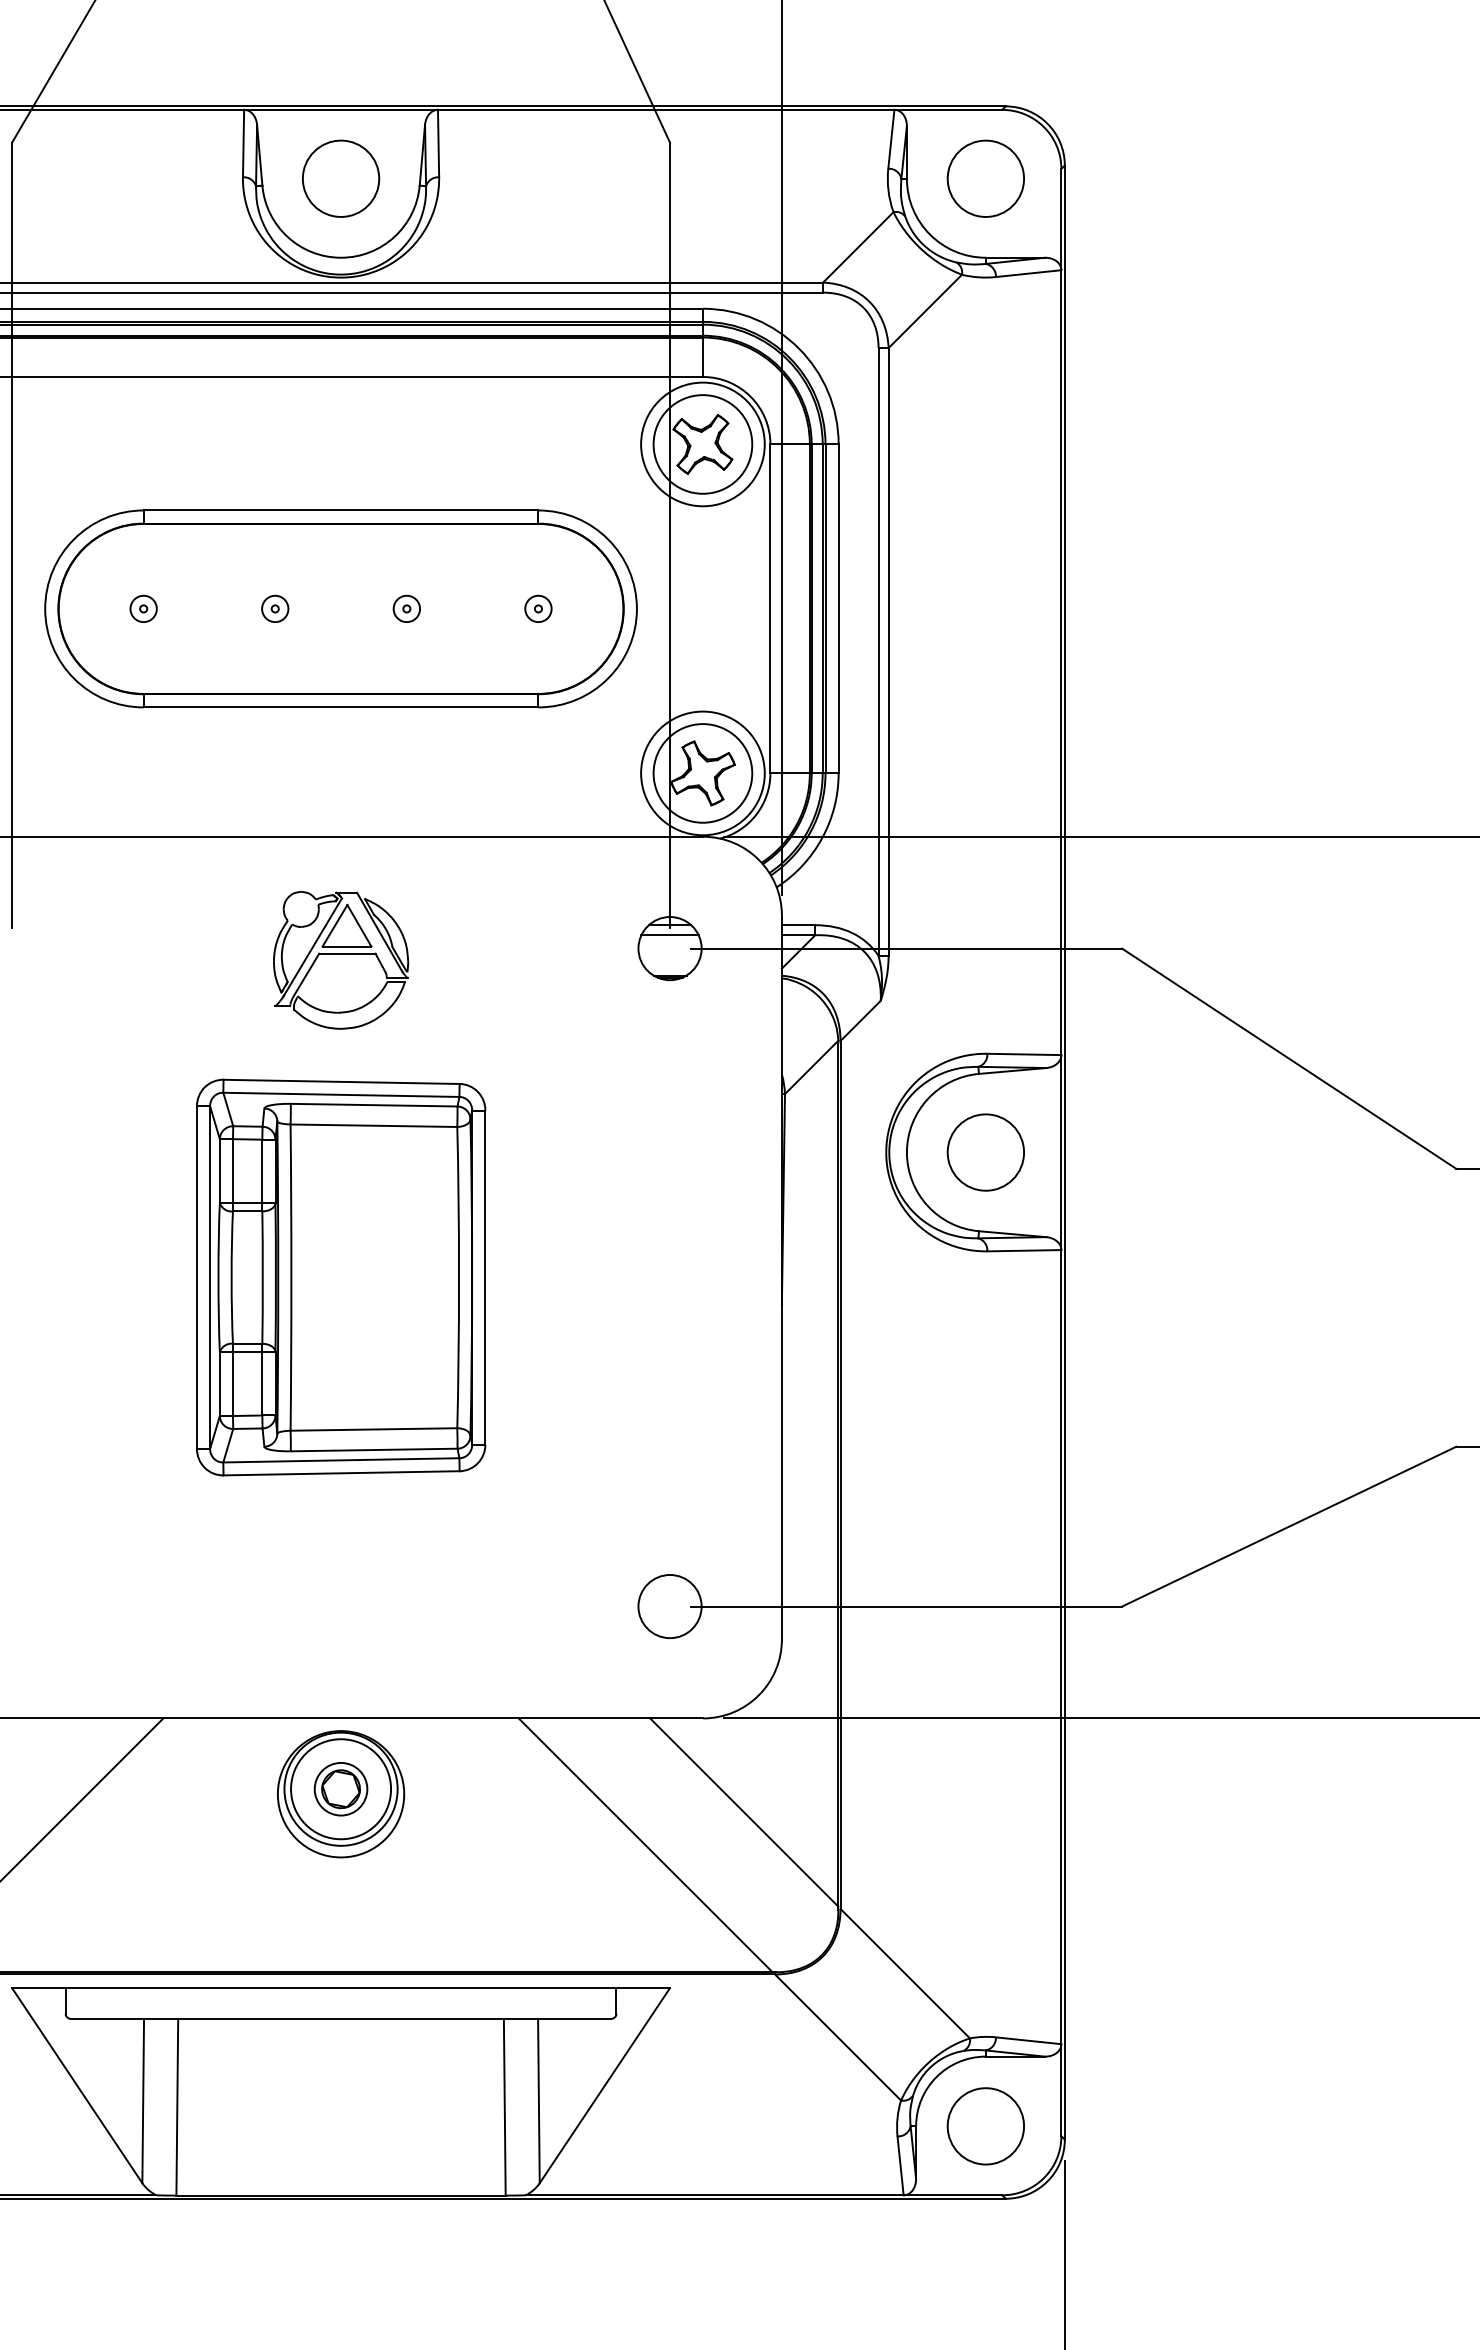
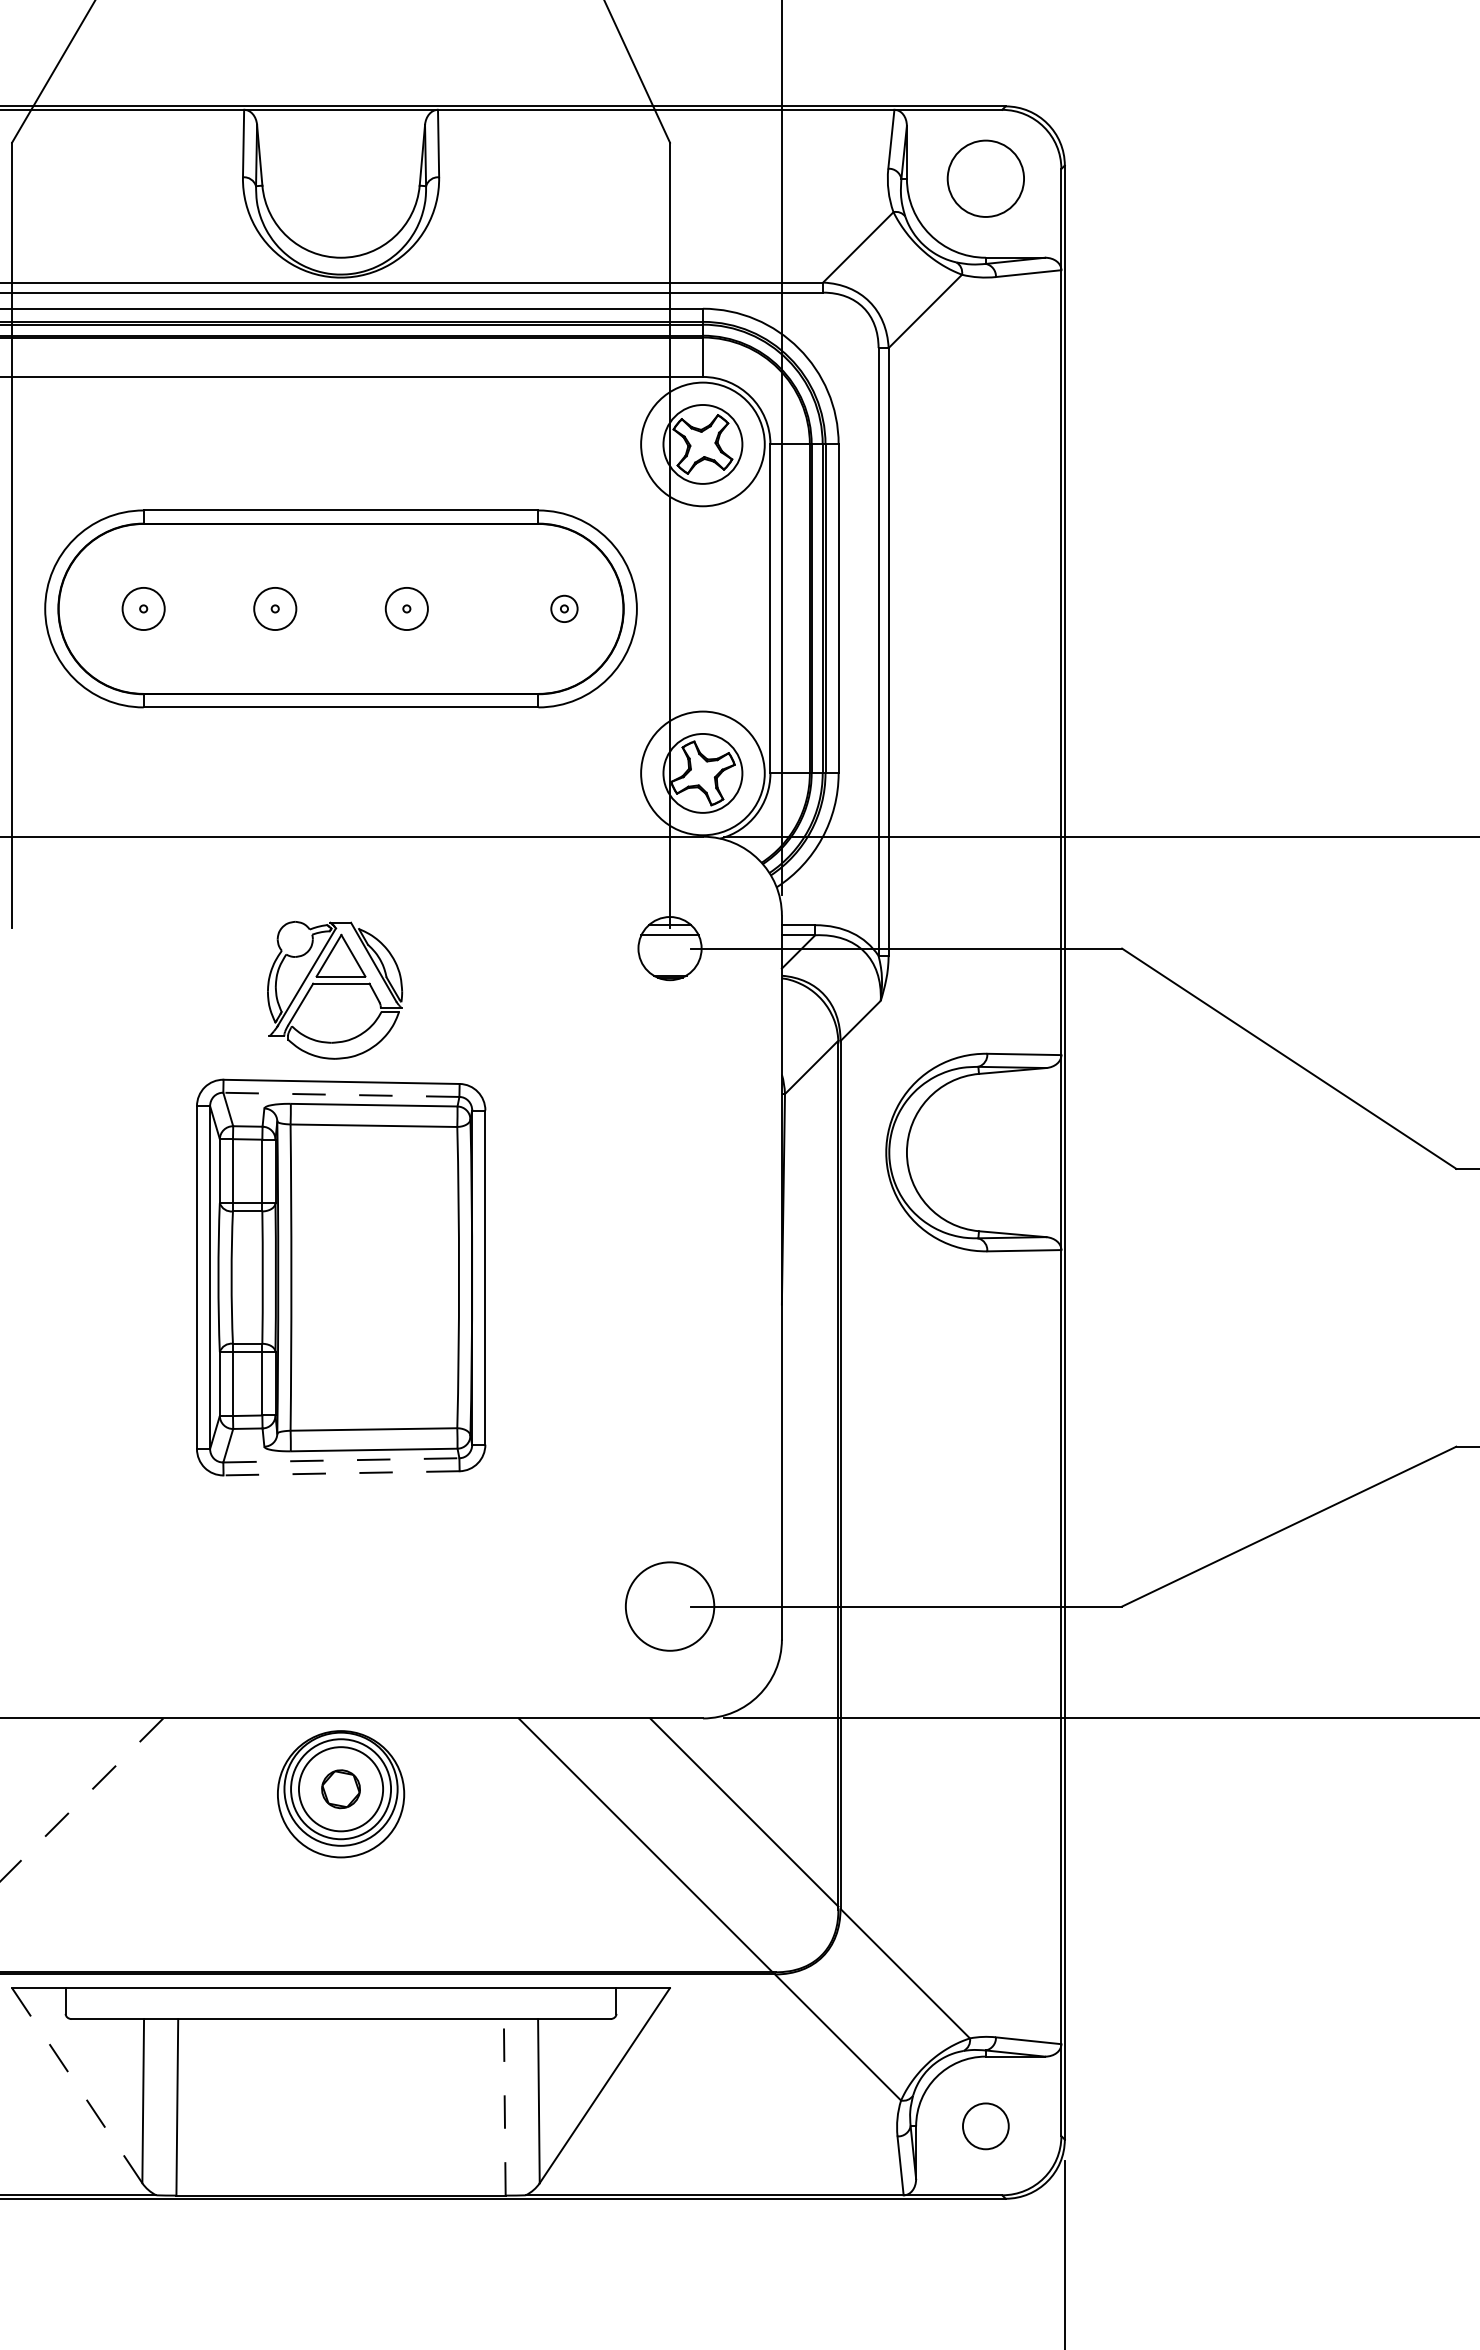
circle at (341, 178): present -> none
circle at (702, 444) diameter: 99 px -> 79 px
circle at (143, 608) diameter: 26 px -> 42 px
circle at (275, 608) diameter: 26 px -> 42 px
circle at (406, 608) diameter: 26 px -> 42 px
part at (538, 608) position: (538, 608) -> (564, 608)
circle at (702, 773) diameter: 99 px -> 79 px
part at (341, 960) position: (341, 960) -> (335, 990)
line at (340, 1094): solid -> dashed
circle at (985, 1152): present -> none
line at (341, 1460): solid -> dashed
line at (341, 1473): solid -> dashed
circle at (669, 1606) diameter: 63 px -> 88 px
circle at (340, 1788) diameter: 53 px -> 84 px
line at (81, 1800): solid -> dashed
line at (76, 2085): solid -> dashed
line at (504, 2106): solid -> dashed
circle at (985, 2126) diameter: 76 px -> 46 px
